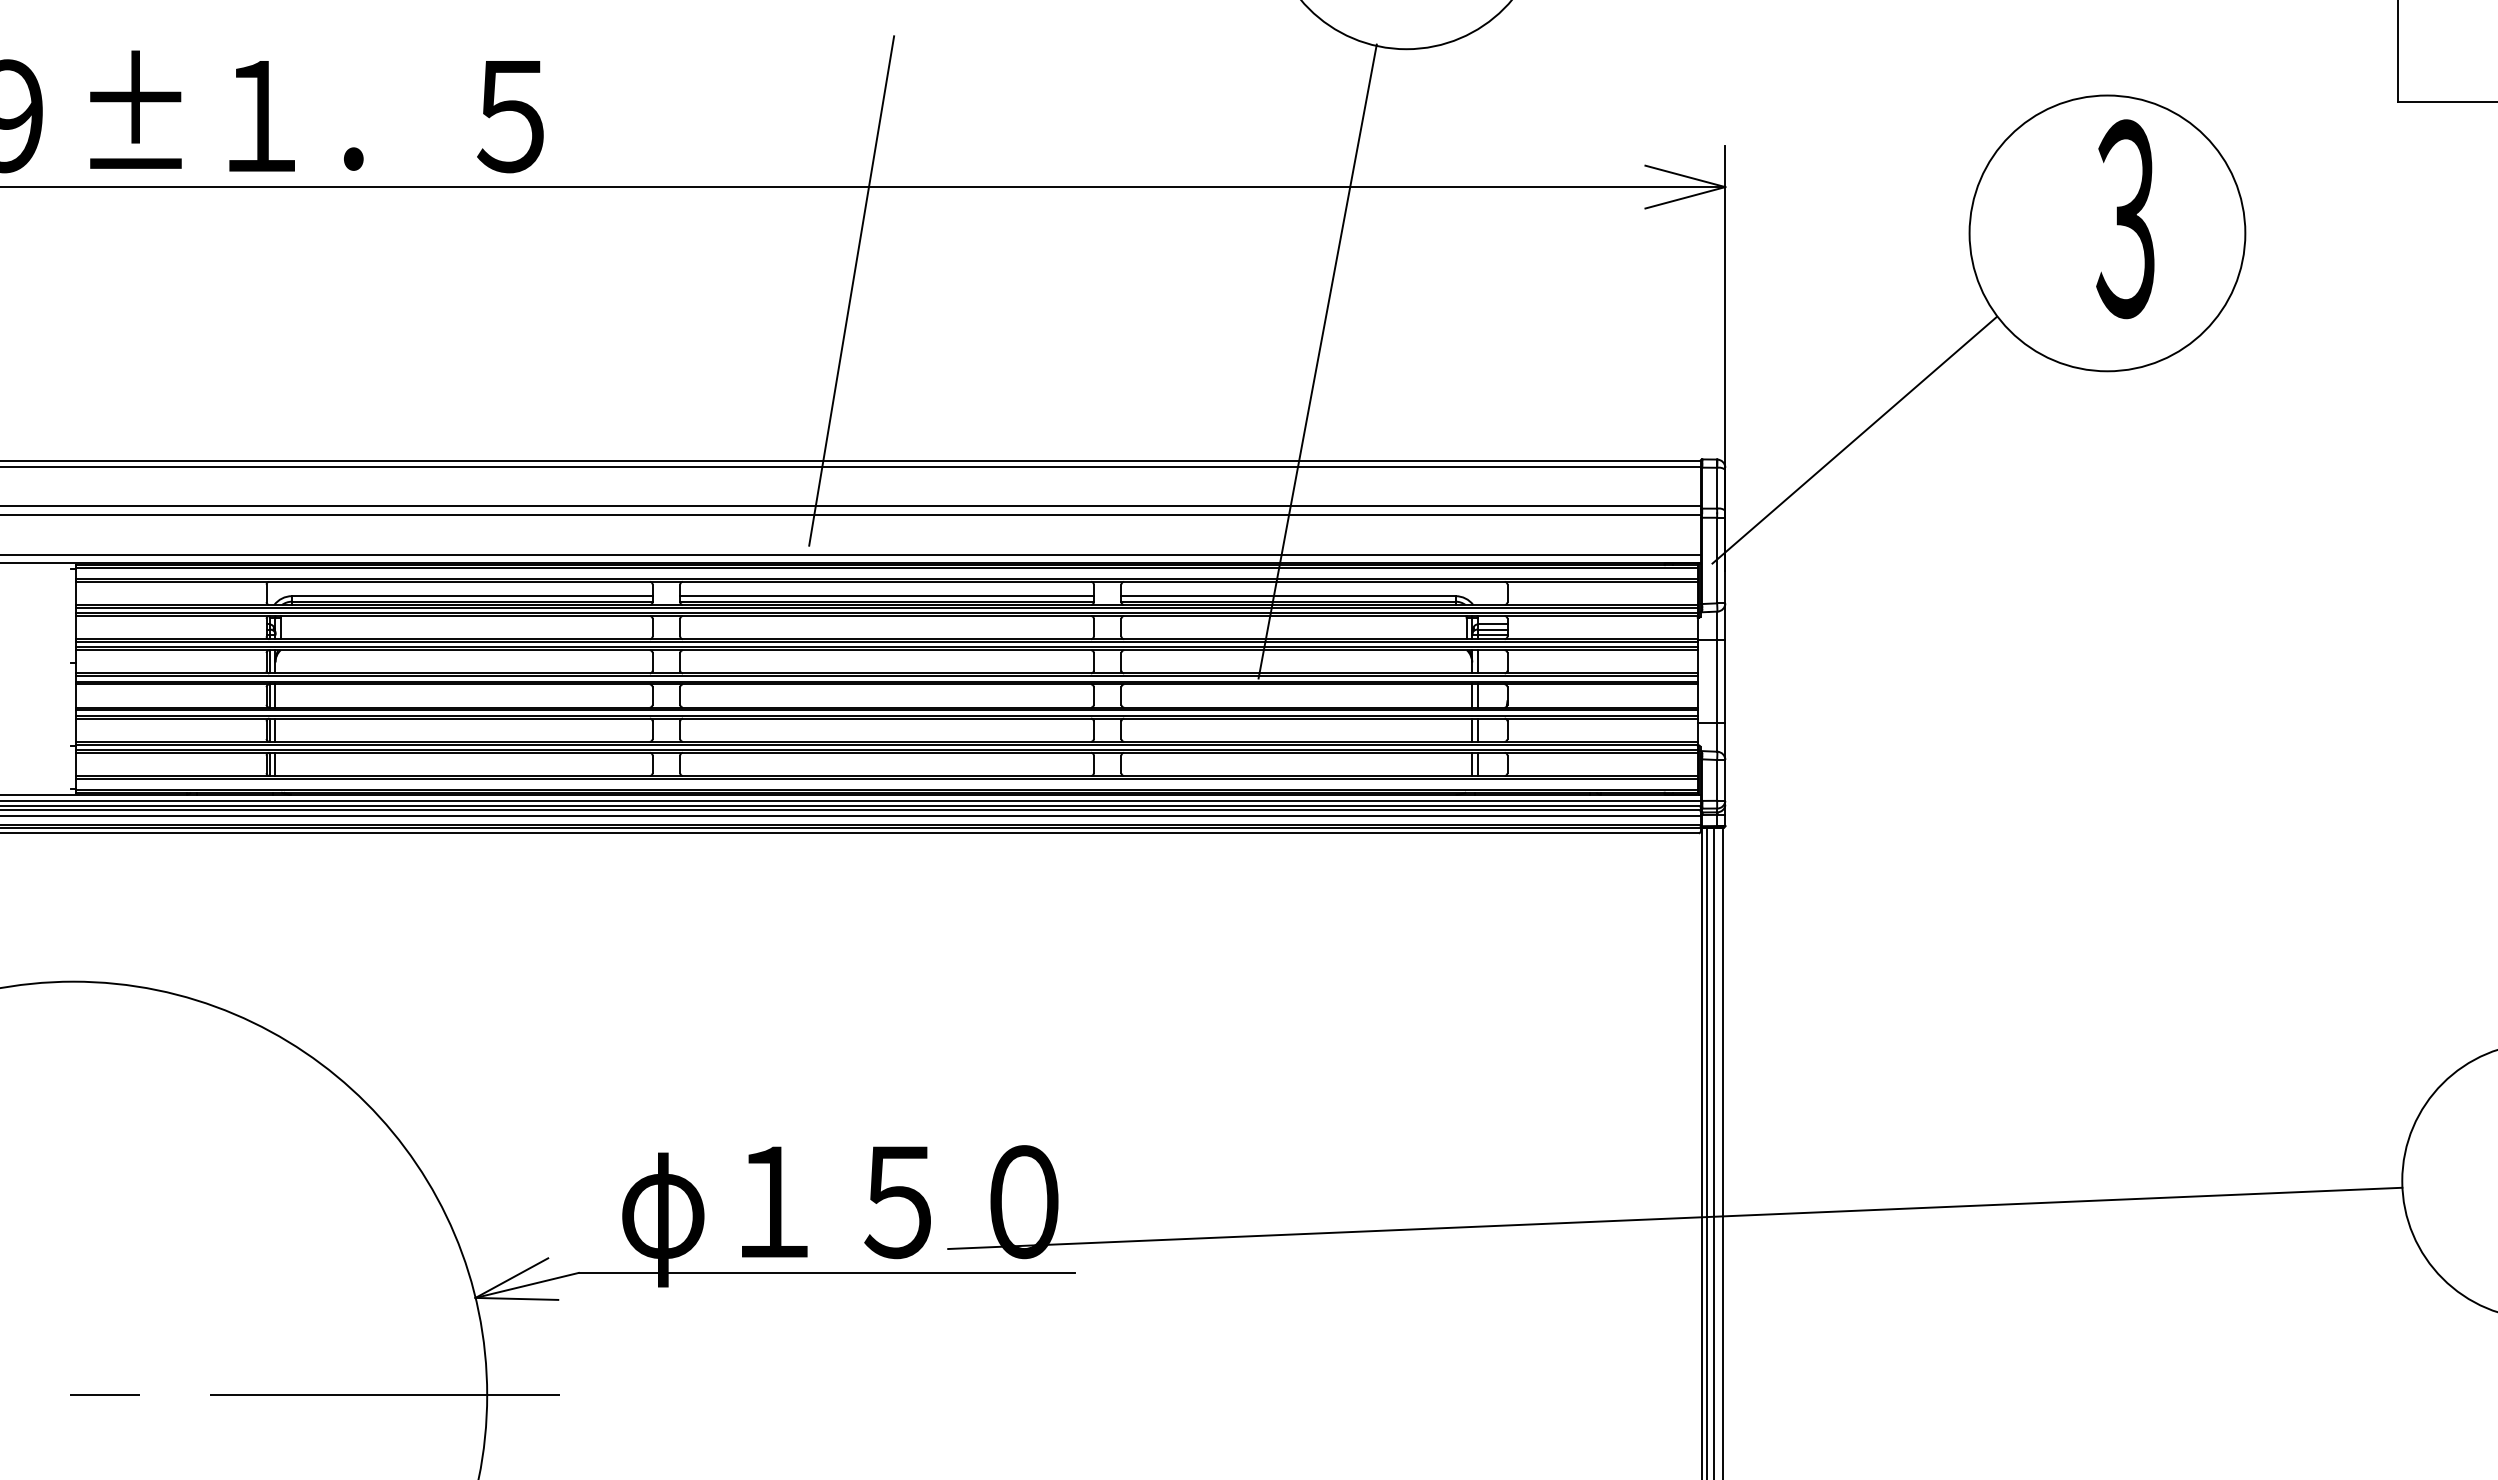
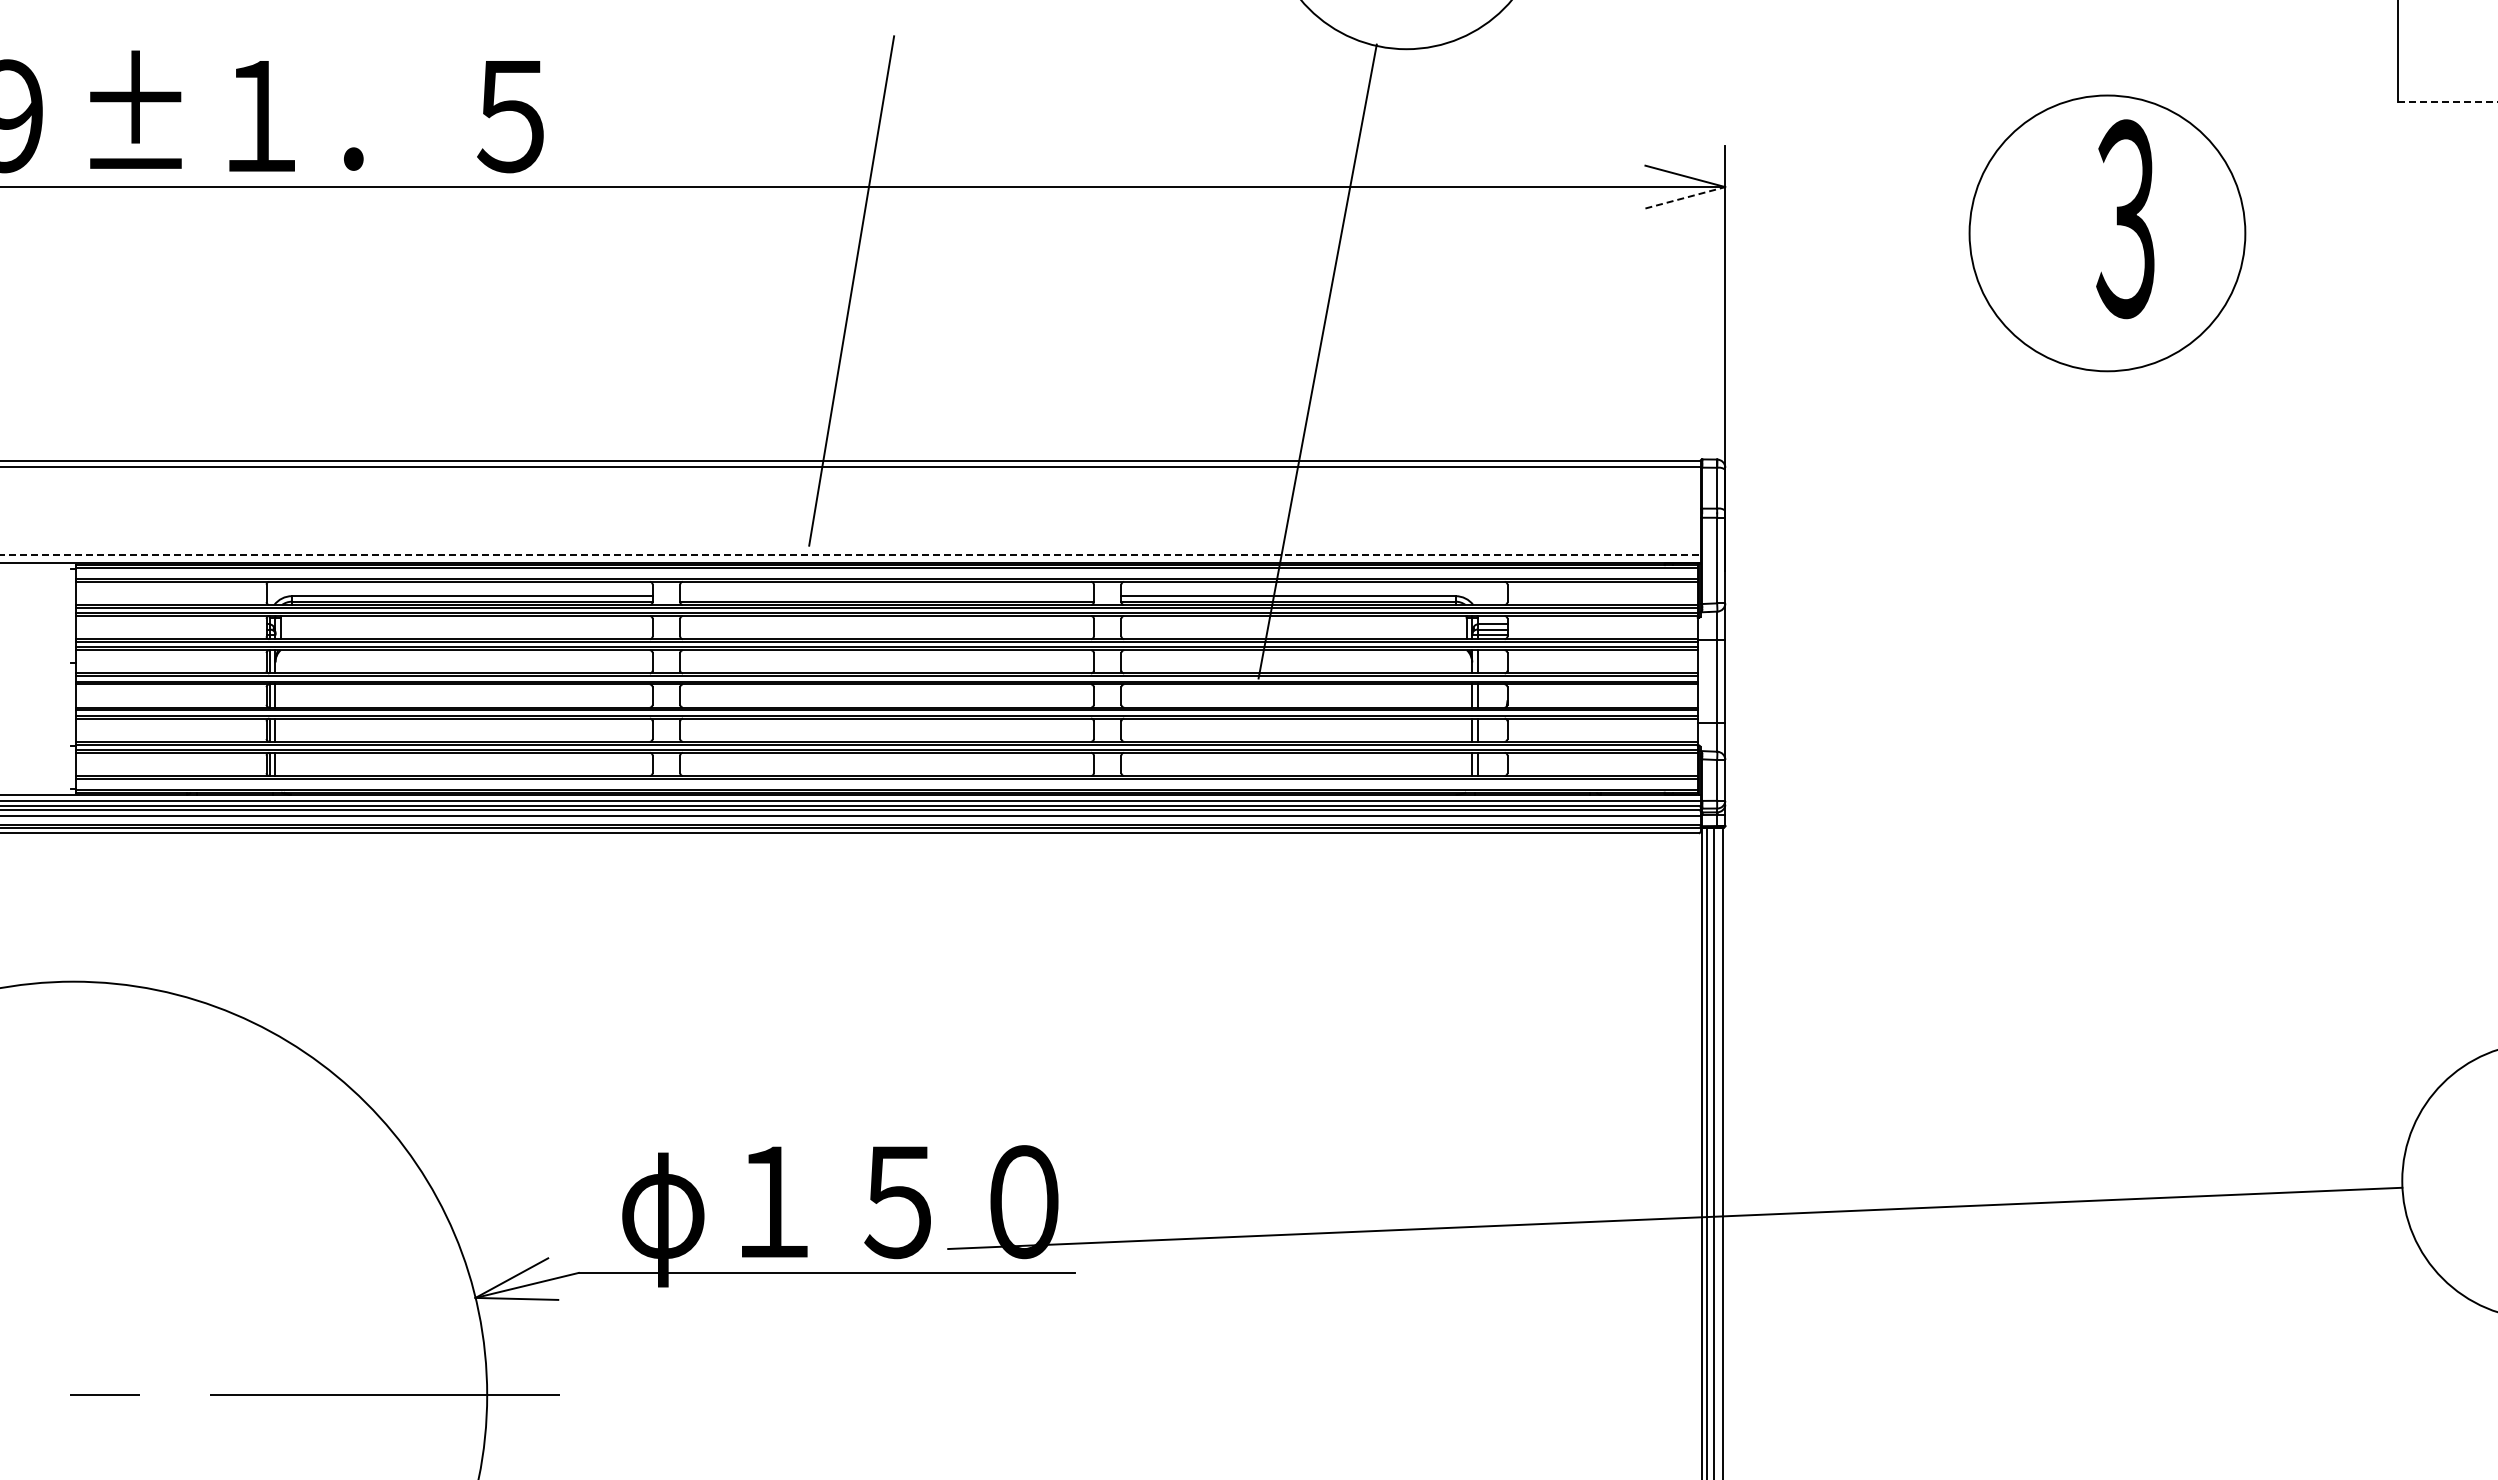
line at (2448, 101): solid -> dashed
line at (1685, 197): solid -> dashed
line at (1854, 439): present -> none
line at (851, 506): present -> none
line at (851, 515): present -> none
line at (850, 554): solid -> dashed
line at (886, 596): present -> none
